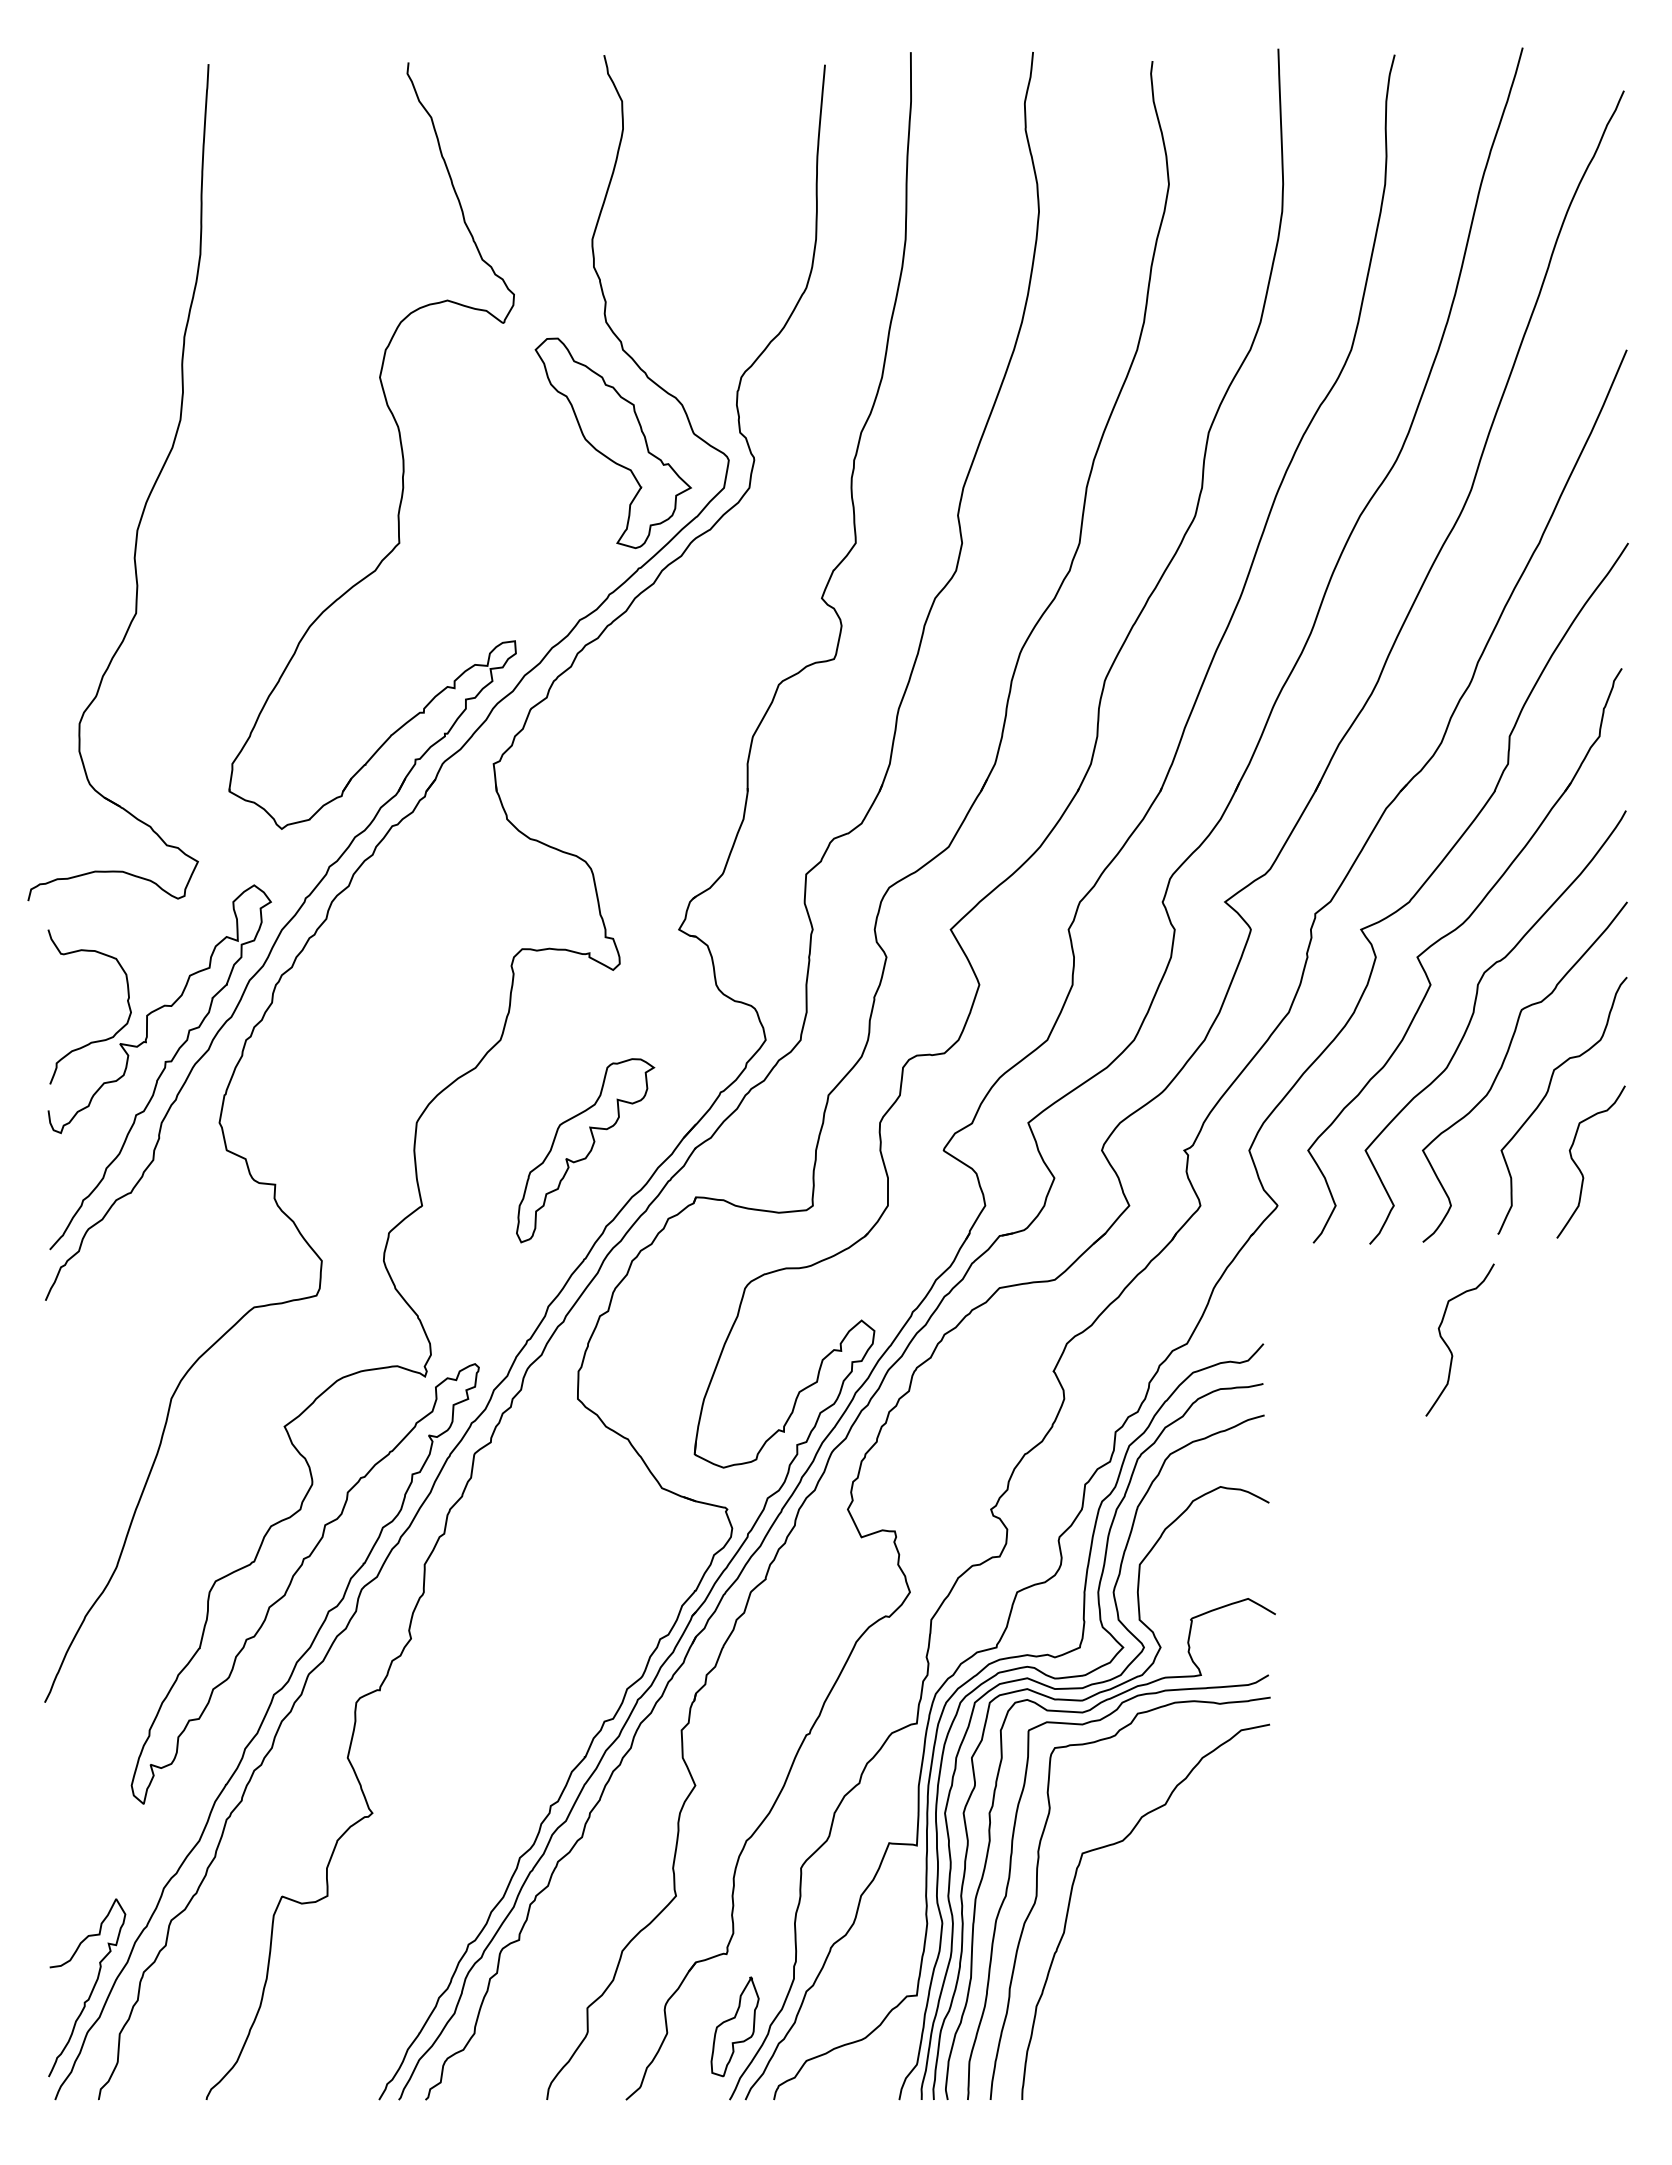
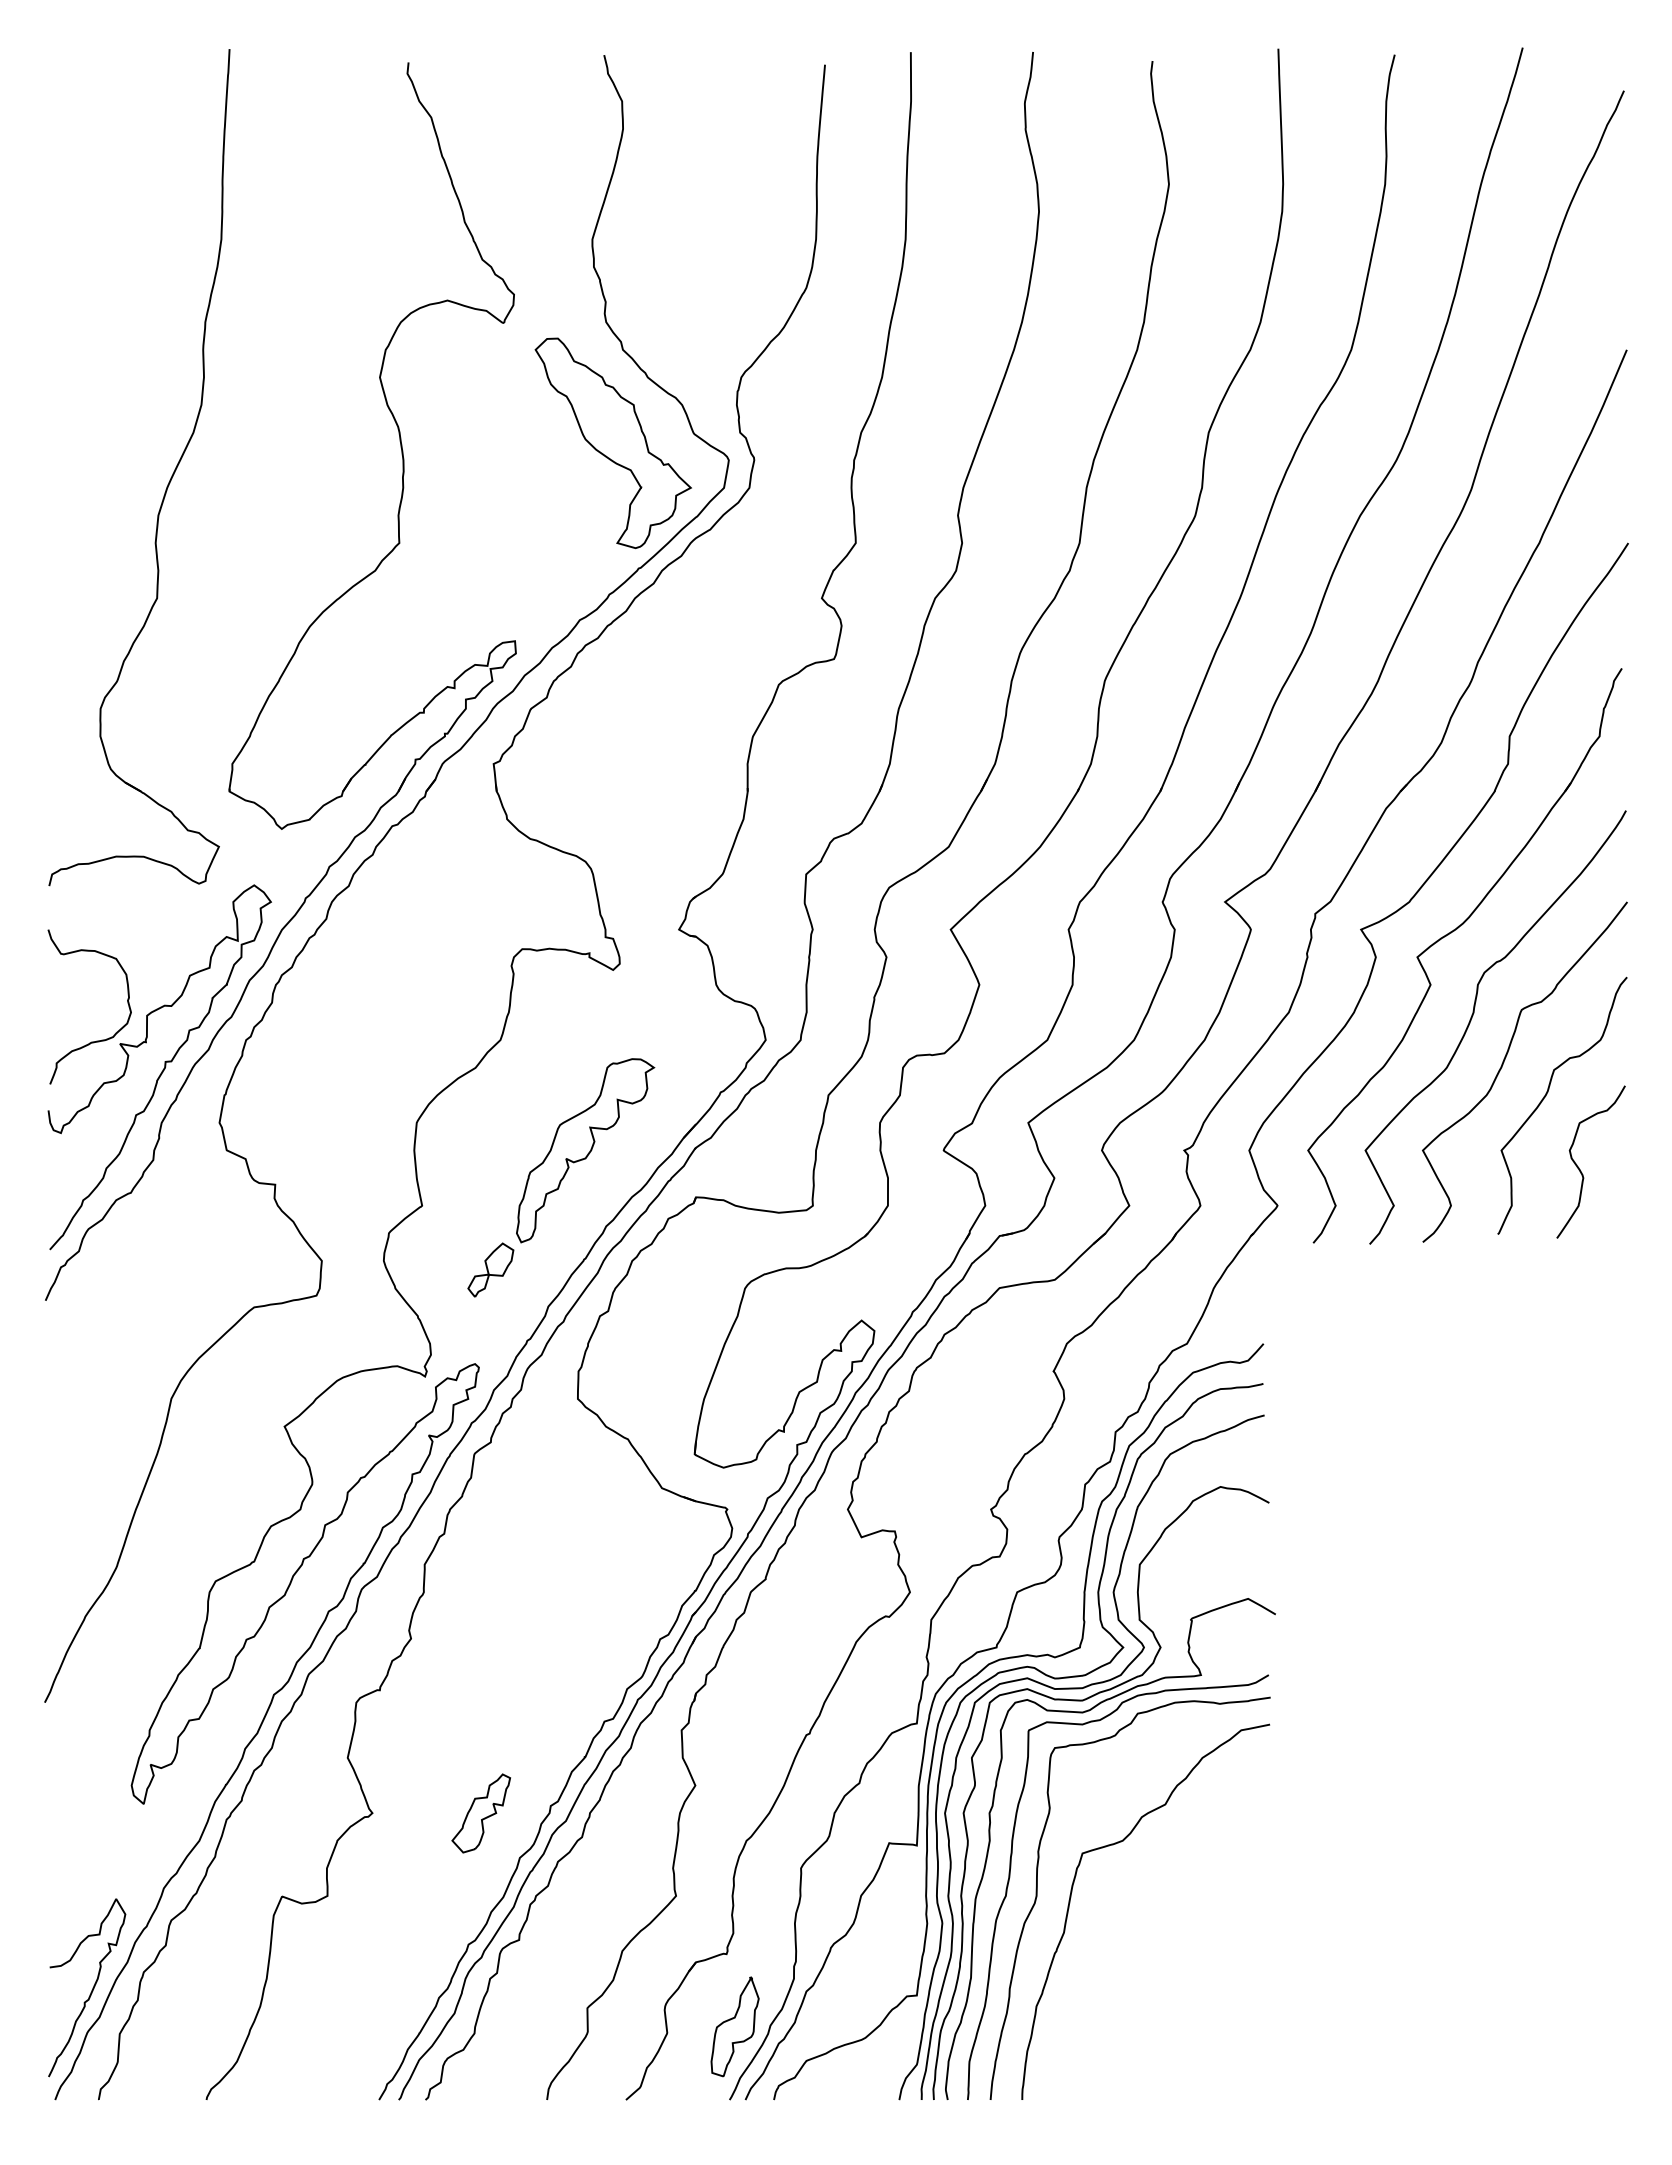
part at (149, 492) position: (149, 492) -> (170, 477)
part at (490, 1269): none -> present
curve at (1448, 1345): present -> none
part at (480, 1813): none -> present
